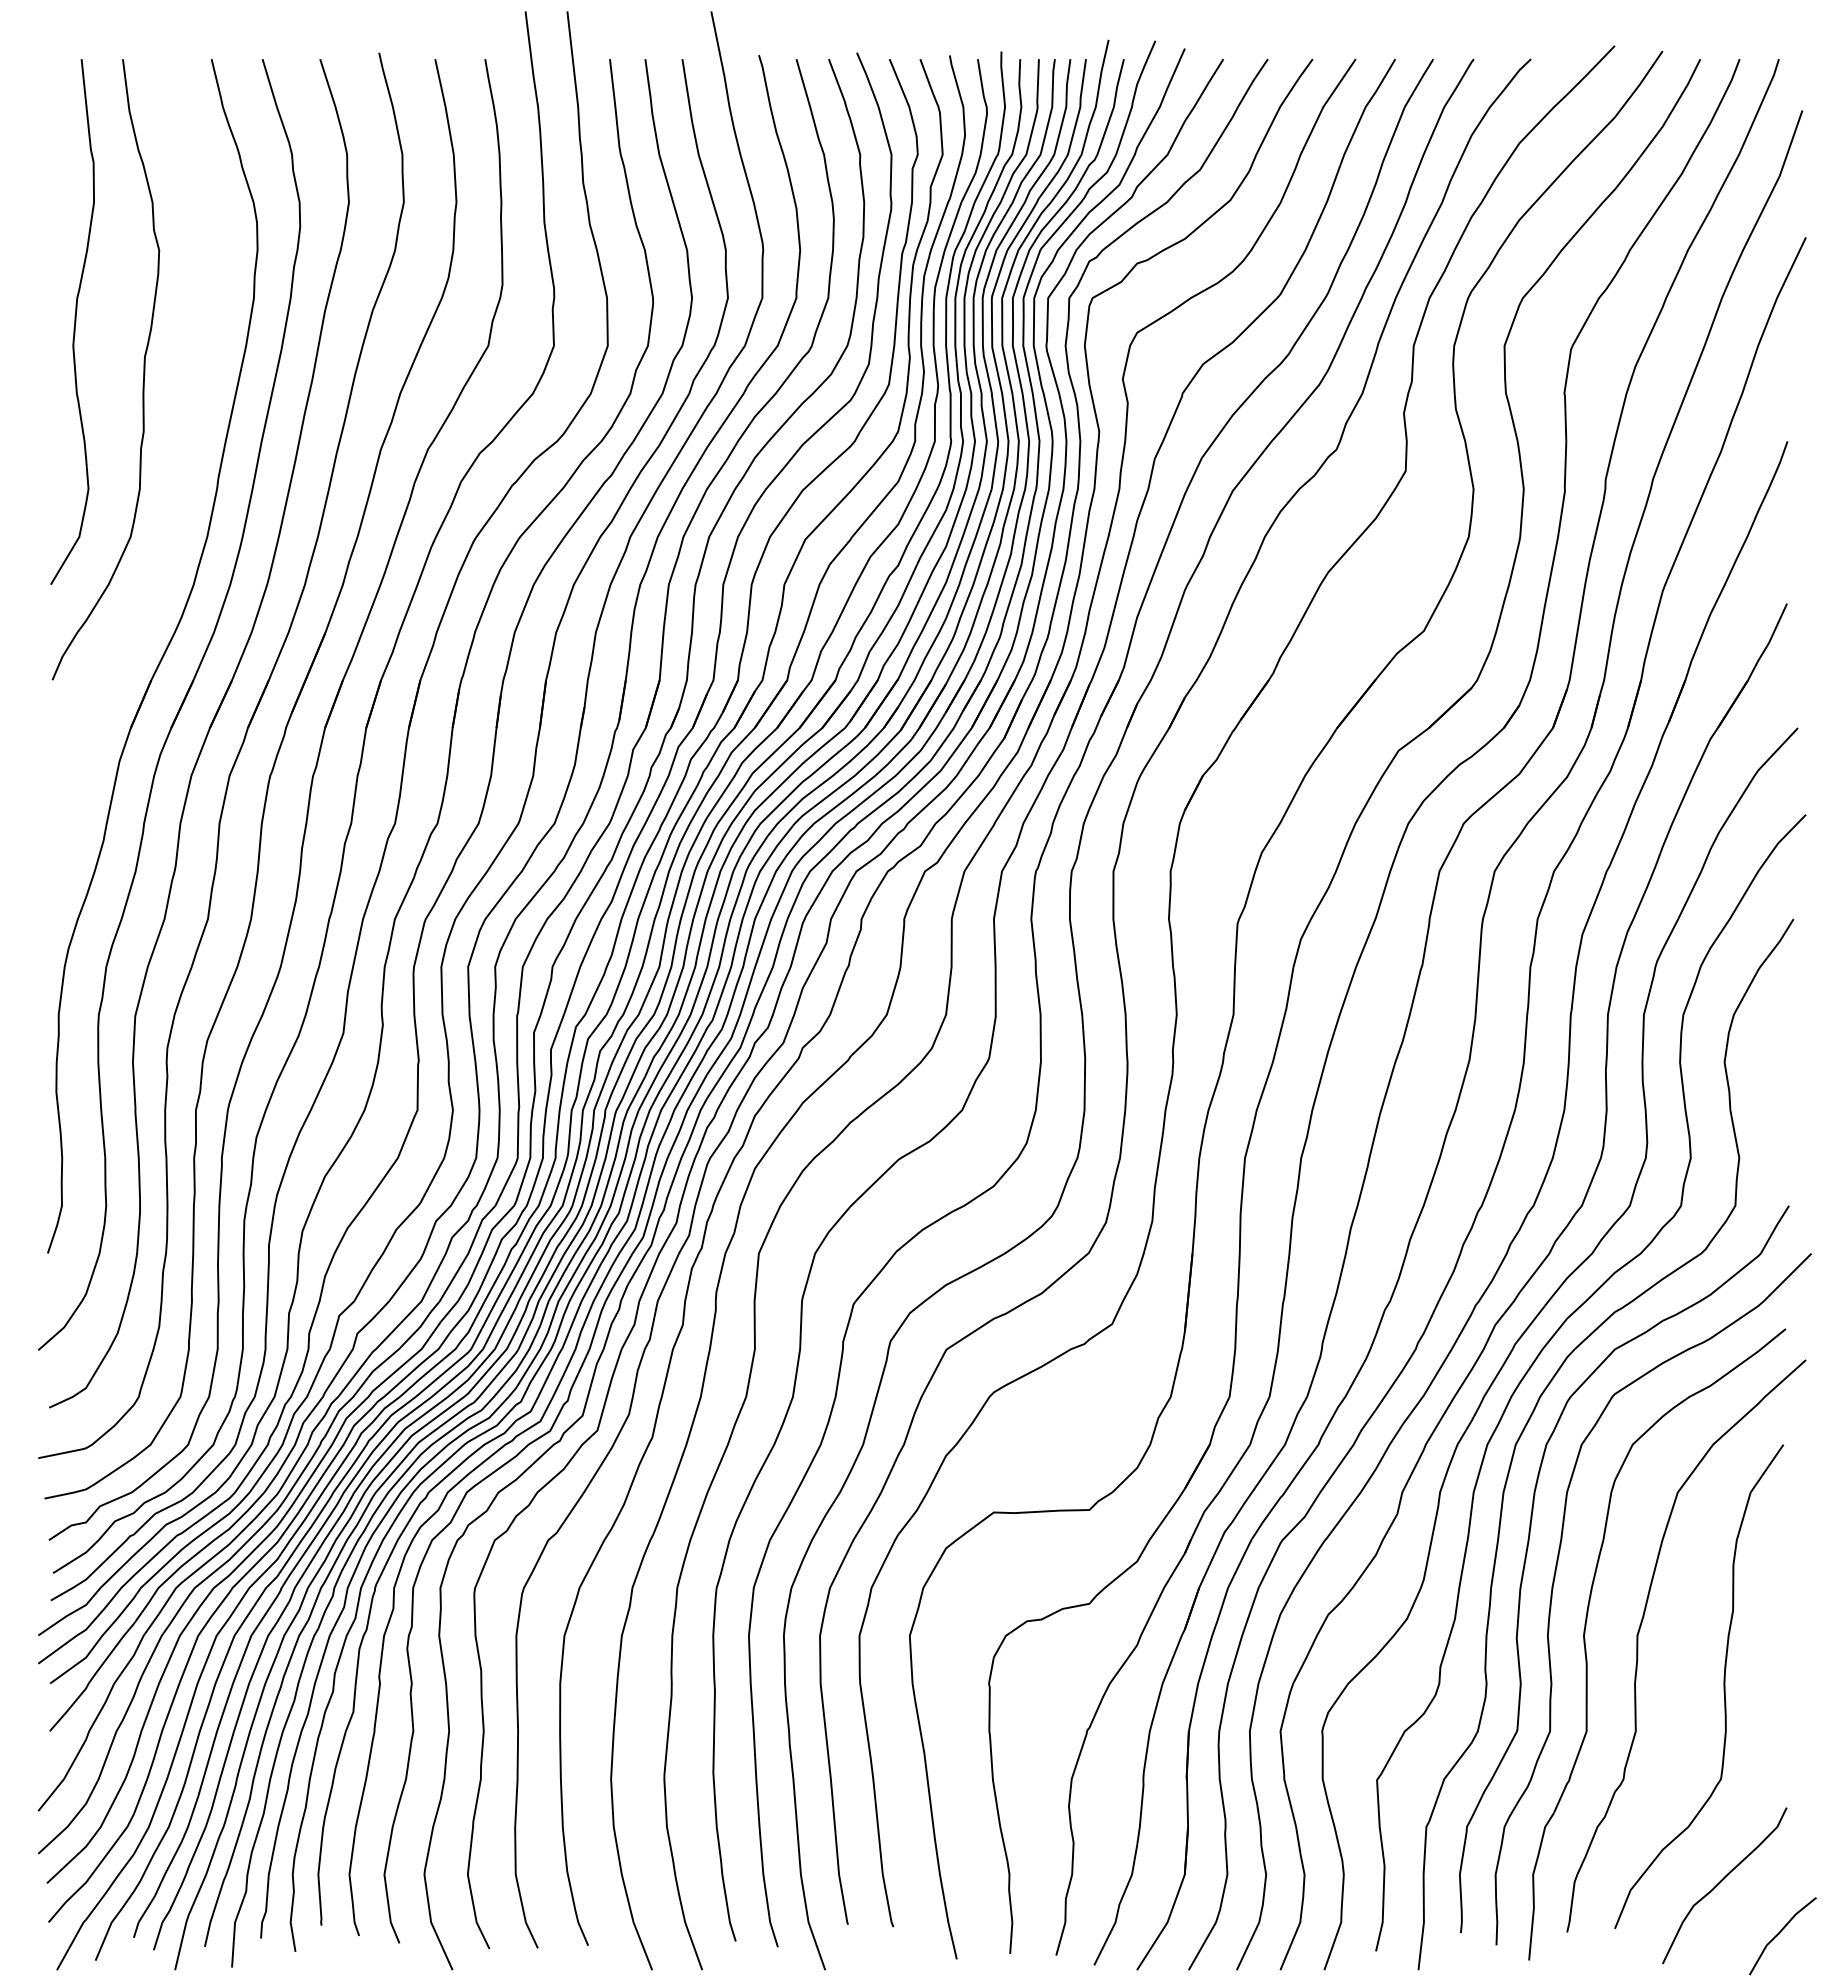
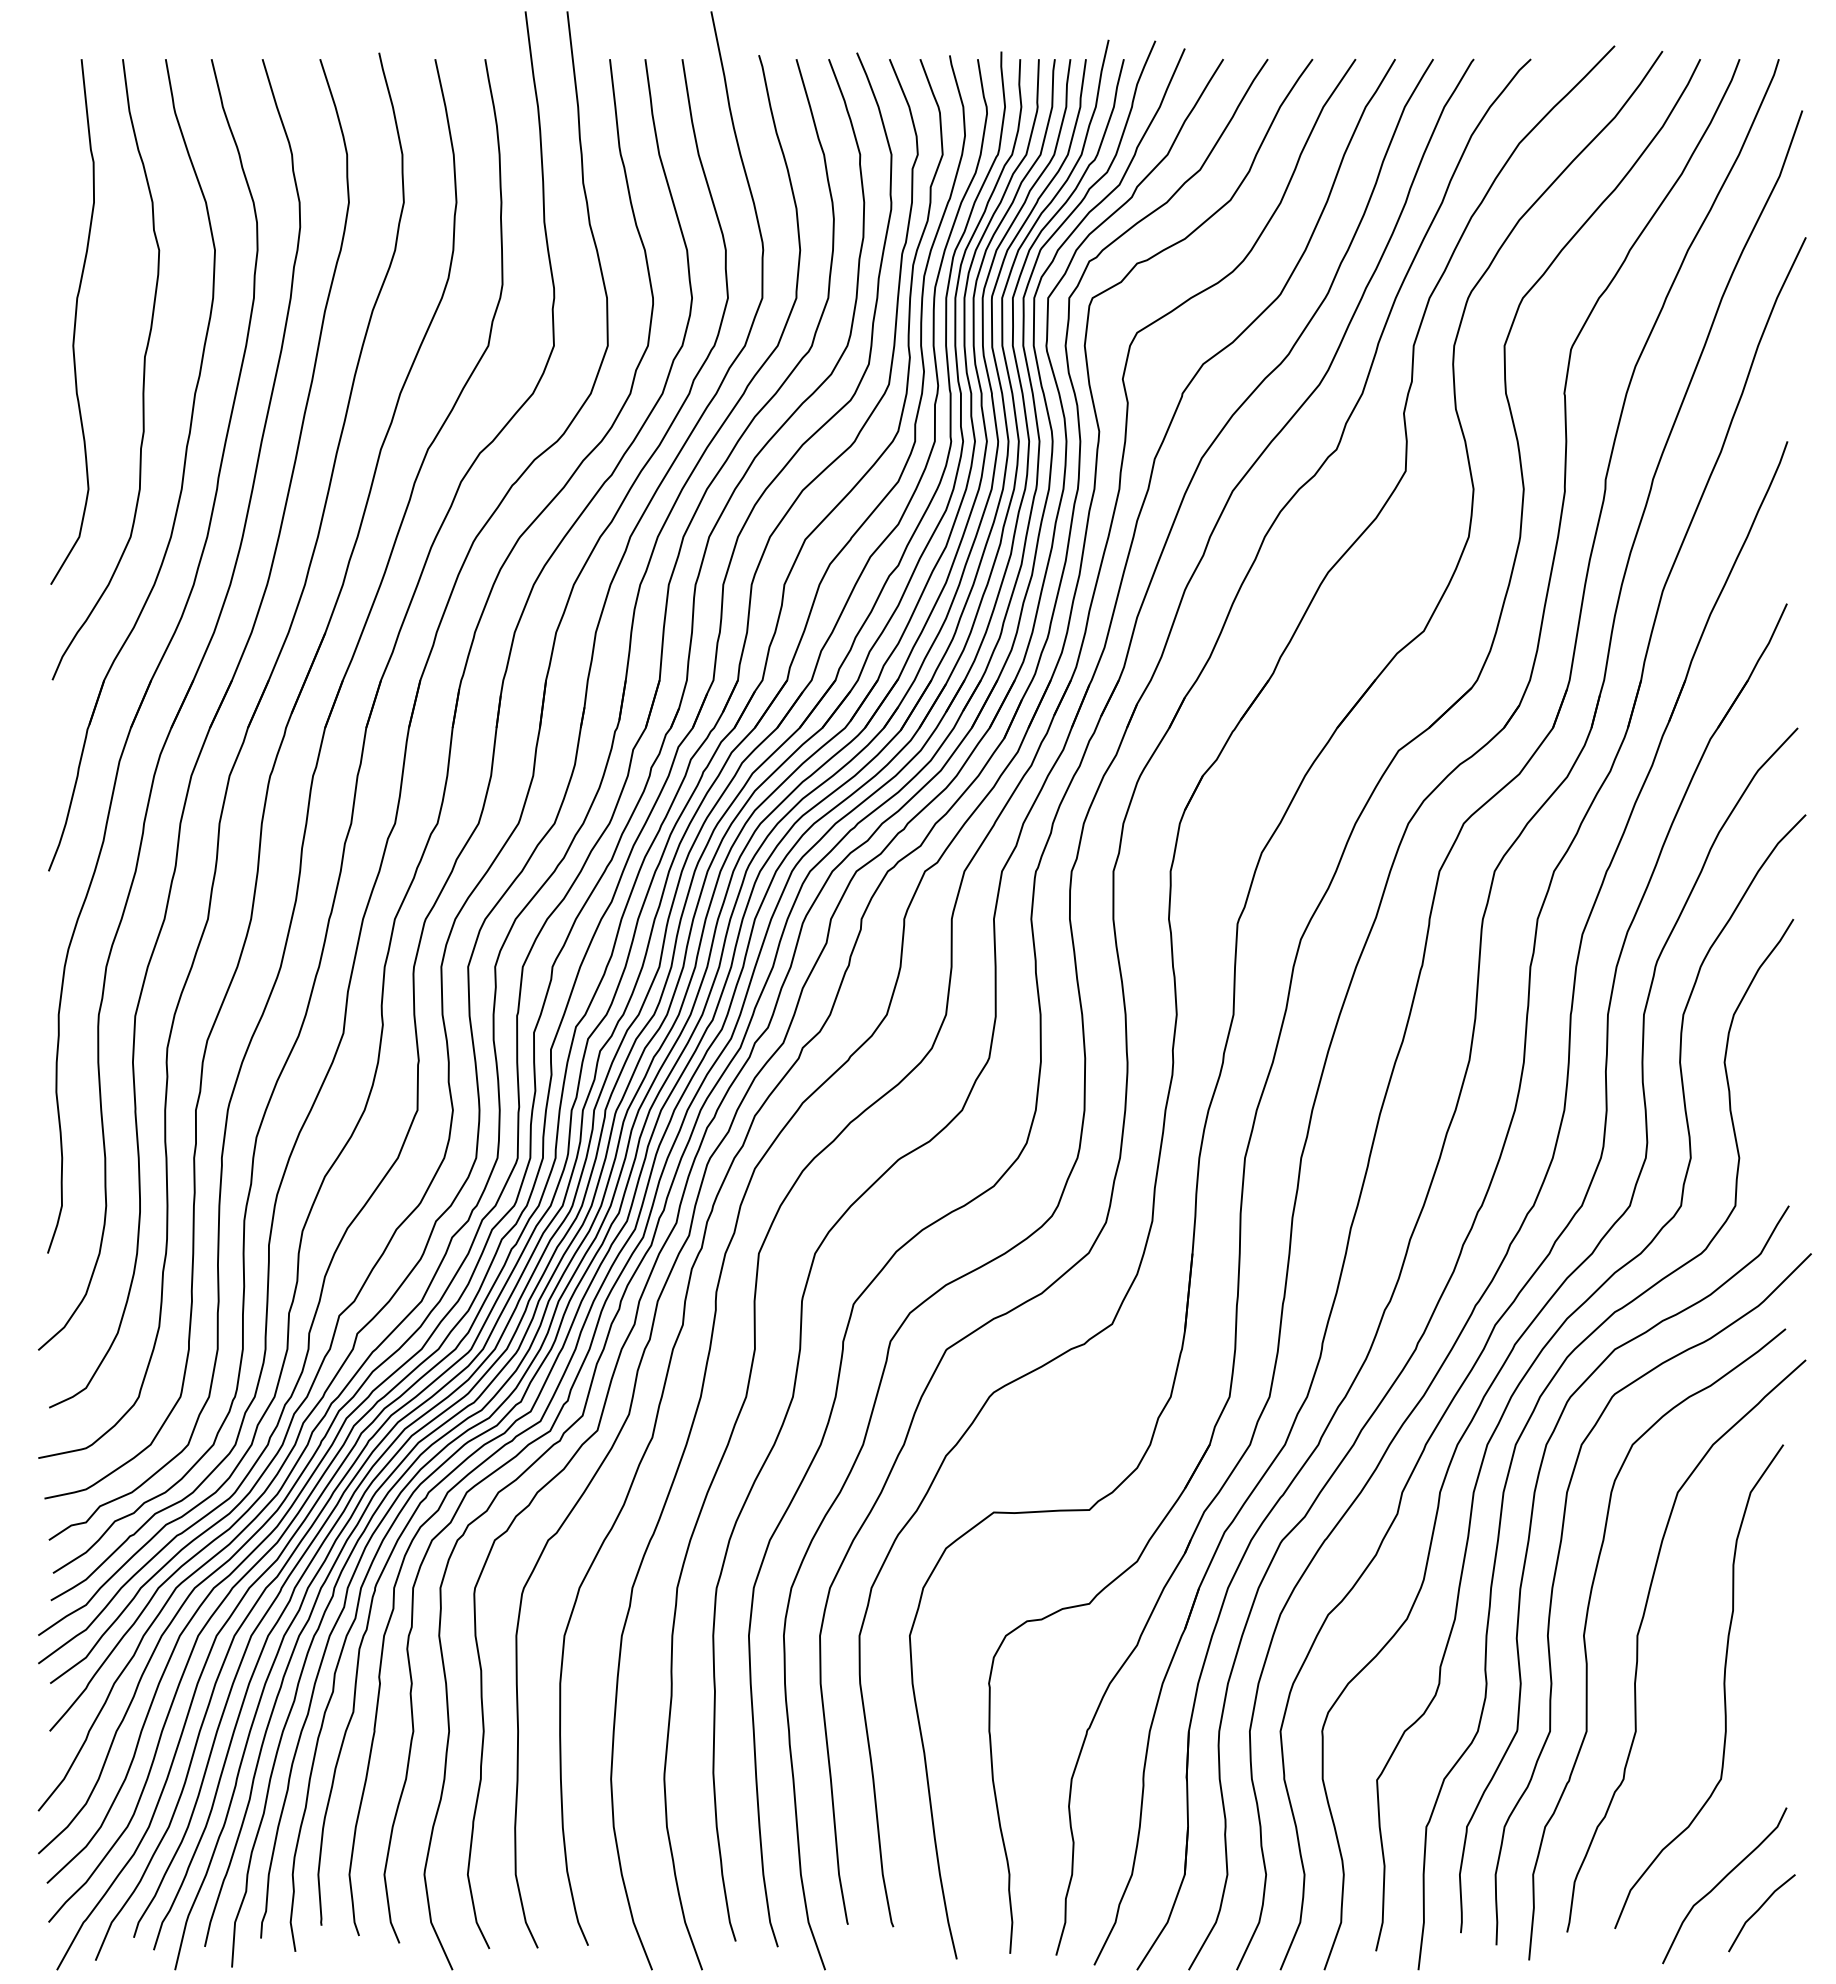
part at (182, 472): none -> present
line at (1780, 1933) position: (1780, 1933) -> (1759, 1910)
